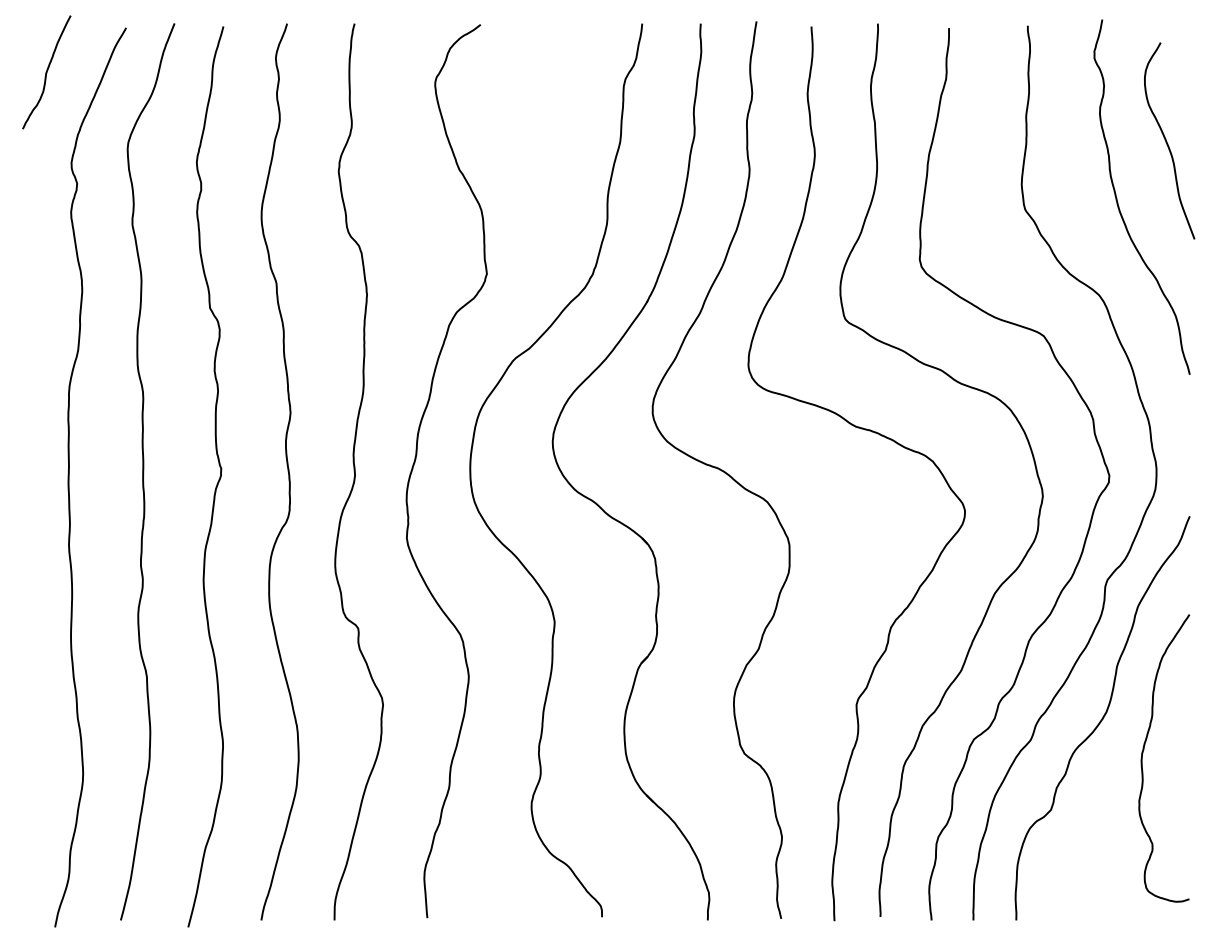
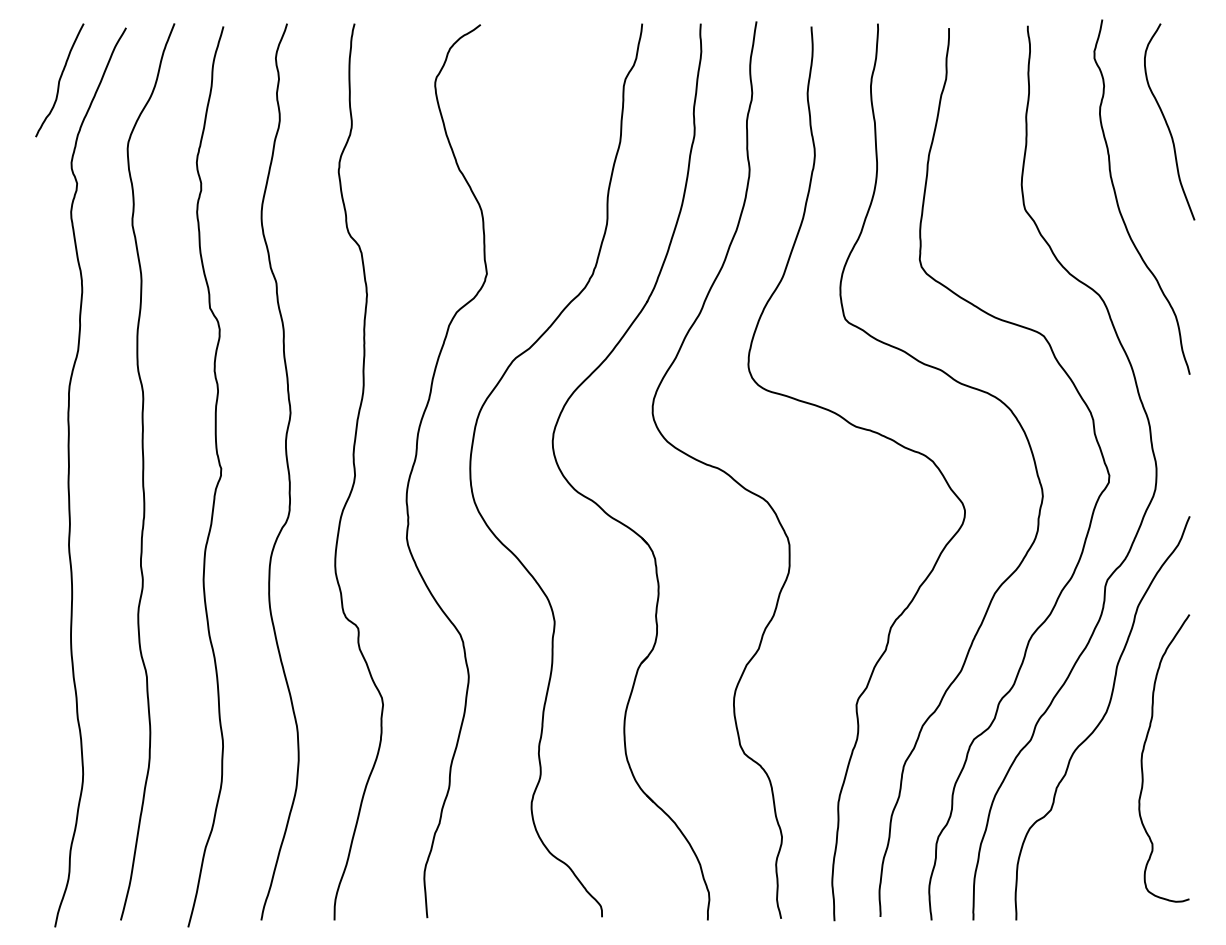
curve at (46, 72) position: (46, 72) -> (59, 80)
curve at (1167, 141) position: (1167, 141) -> (1167, 122)
